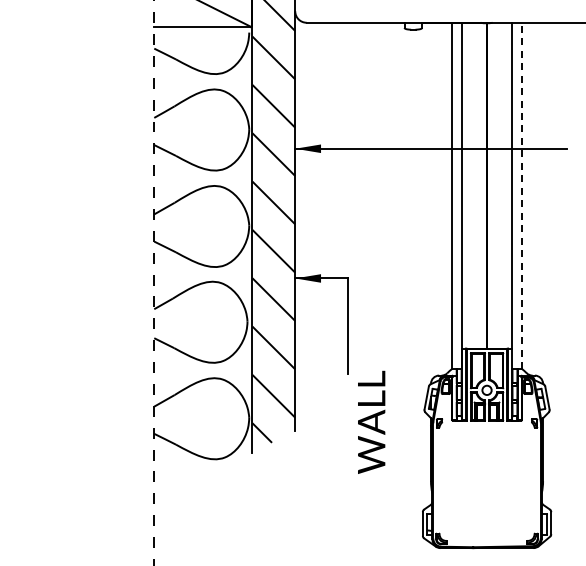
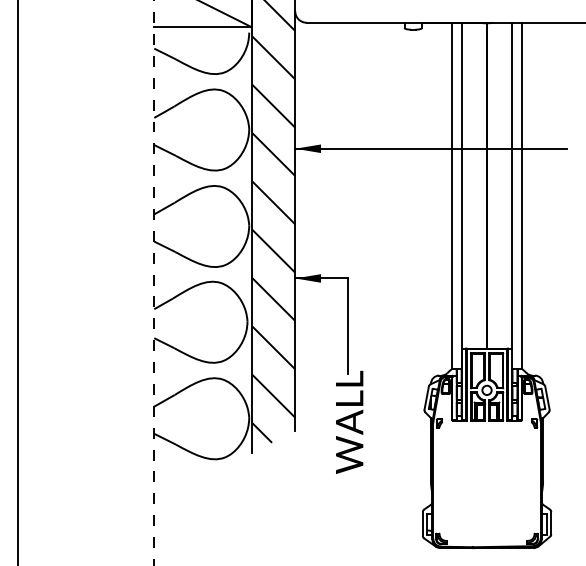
line at (521, 195): dashed -> solid
line at (17, 282): none -> present
text at (371, 421) position: (371, 421) -> (349, 421)
